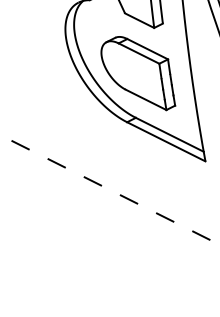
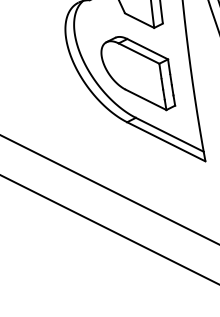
line at (109, 189): dashed -> solid
line at (109, 229): none -> present
